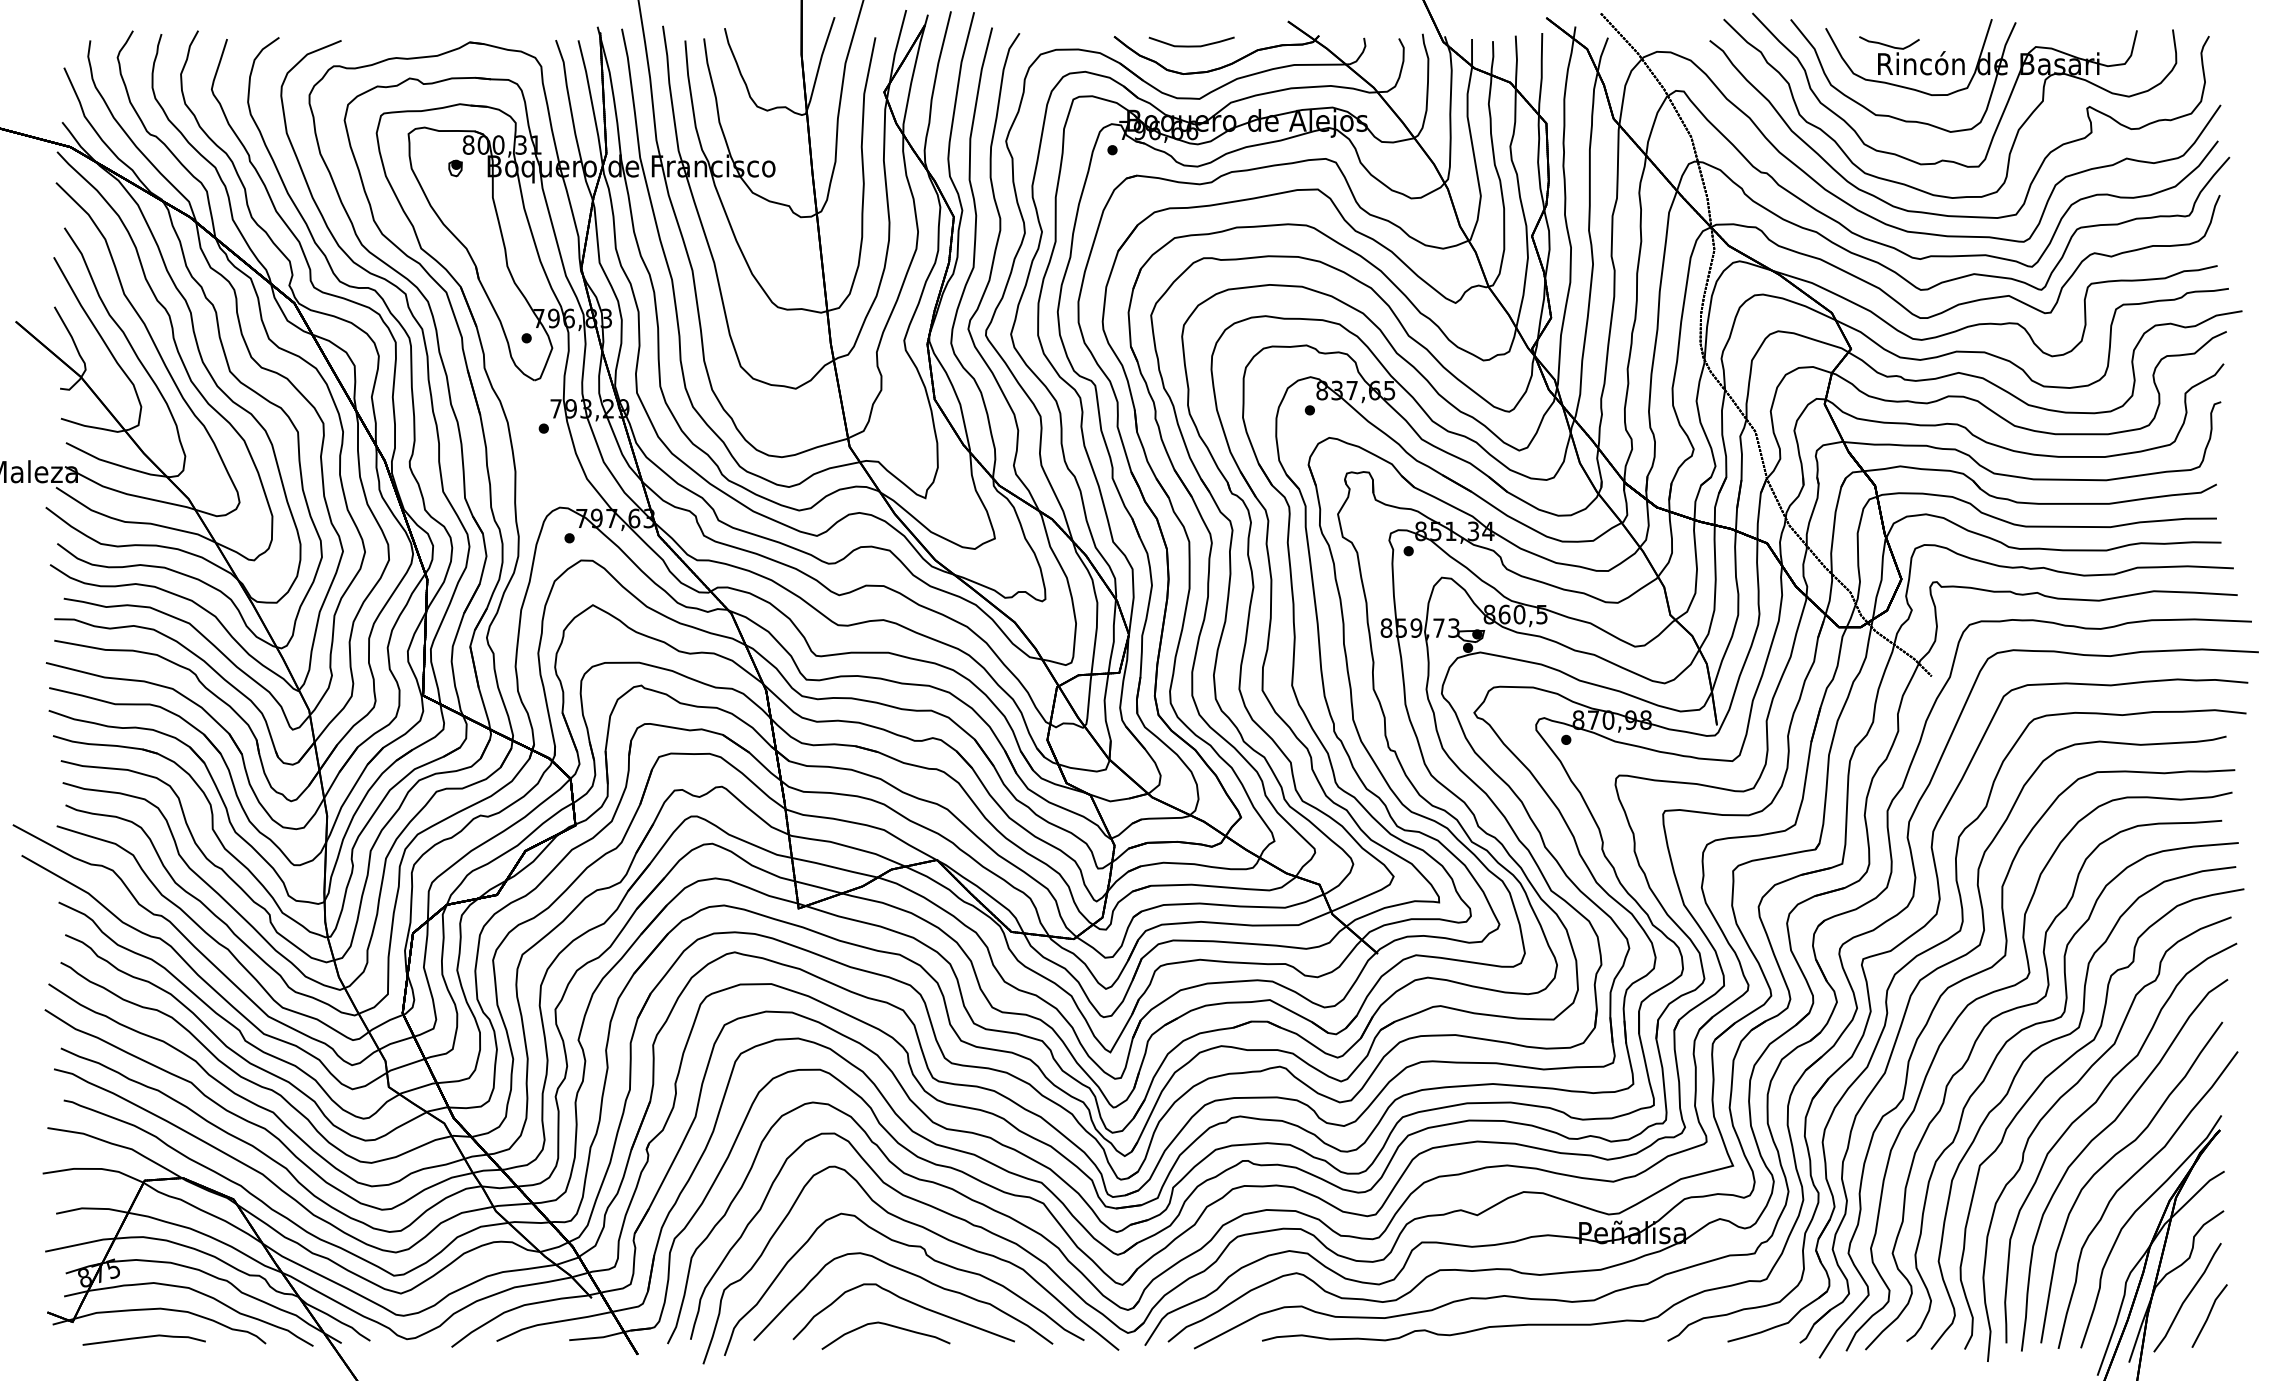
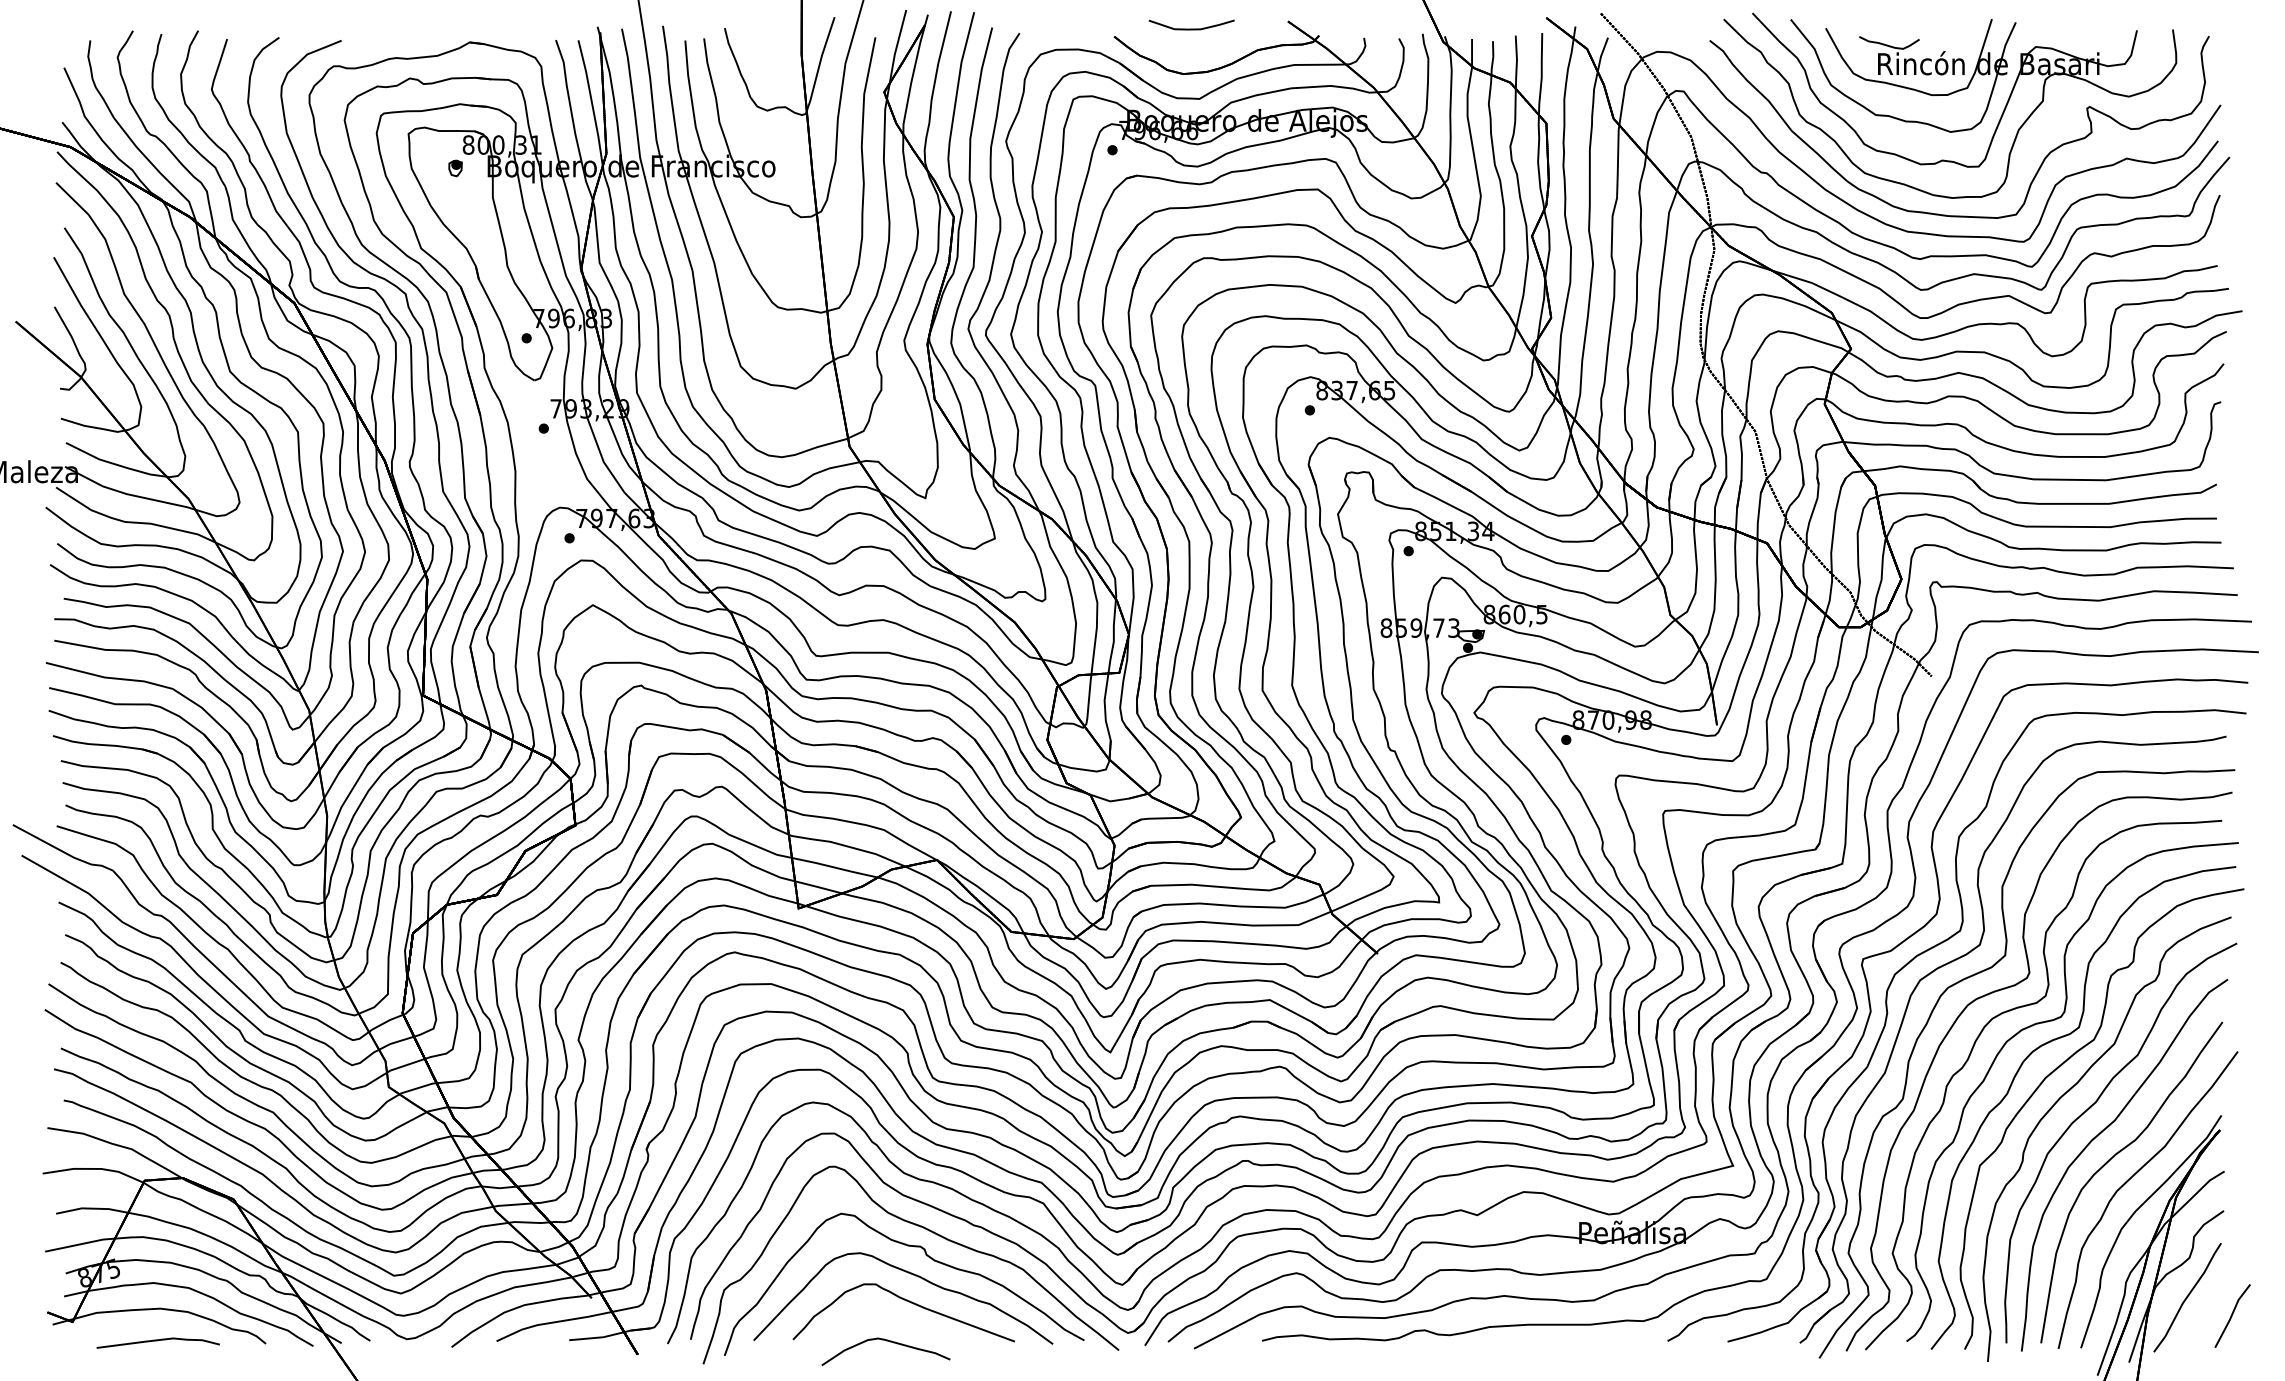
part at (1191, 41) position: (1191, 41) -> (1191, 24)
line at (2209, 1315) position: (2209, 1315) -> (2232, 1315)
part at (886, 1325) position: (886, 1325) -> (886, 1341)
part at (143, 1339) position: (143, 1339) -> (157, 1342)
